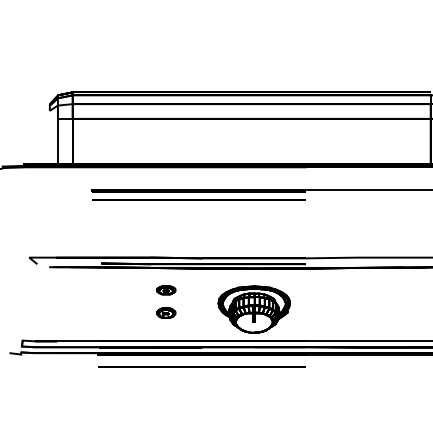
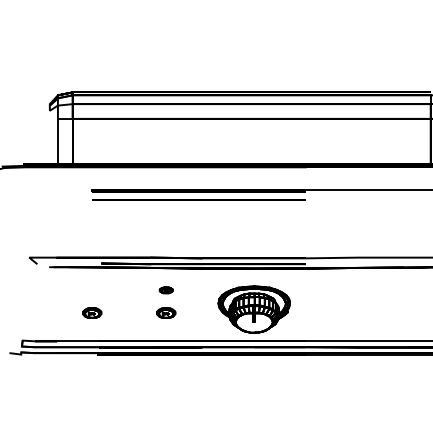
part at (166, 290) size: 21x11 px -> 16x9 px
part at (92, 312): none -> present
line at (201, 366): present -> none
